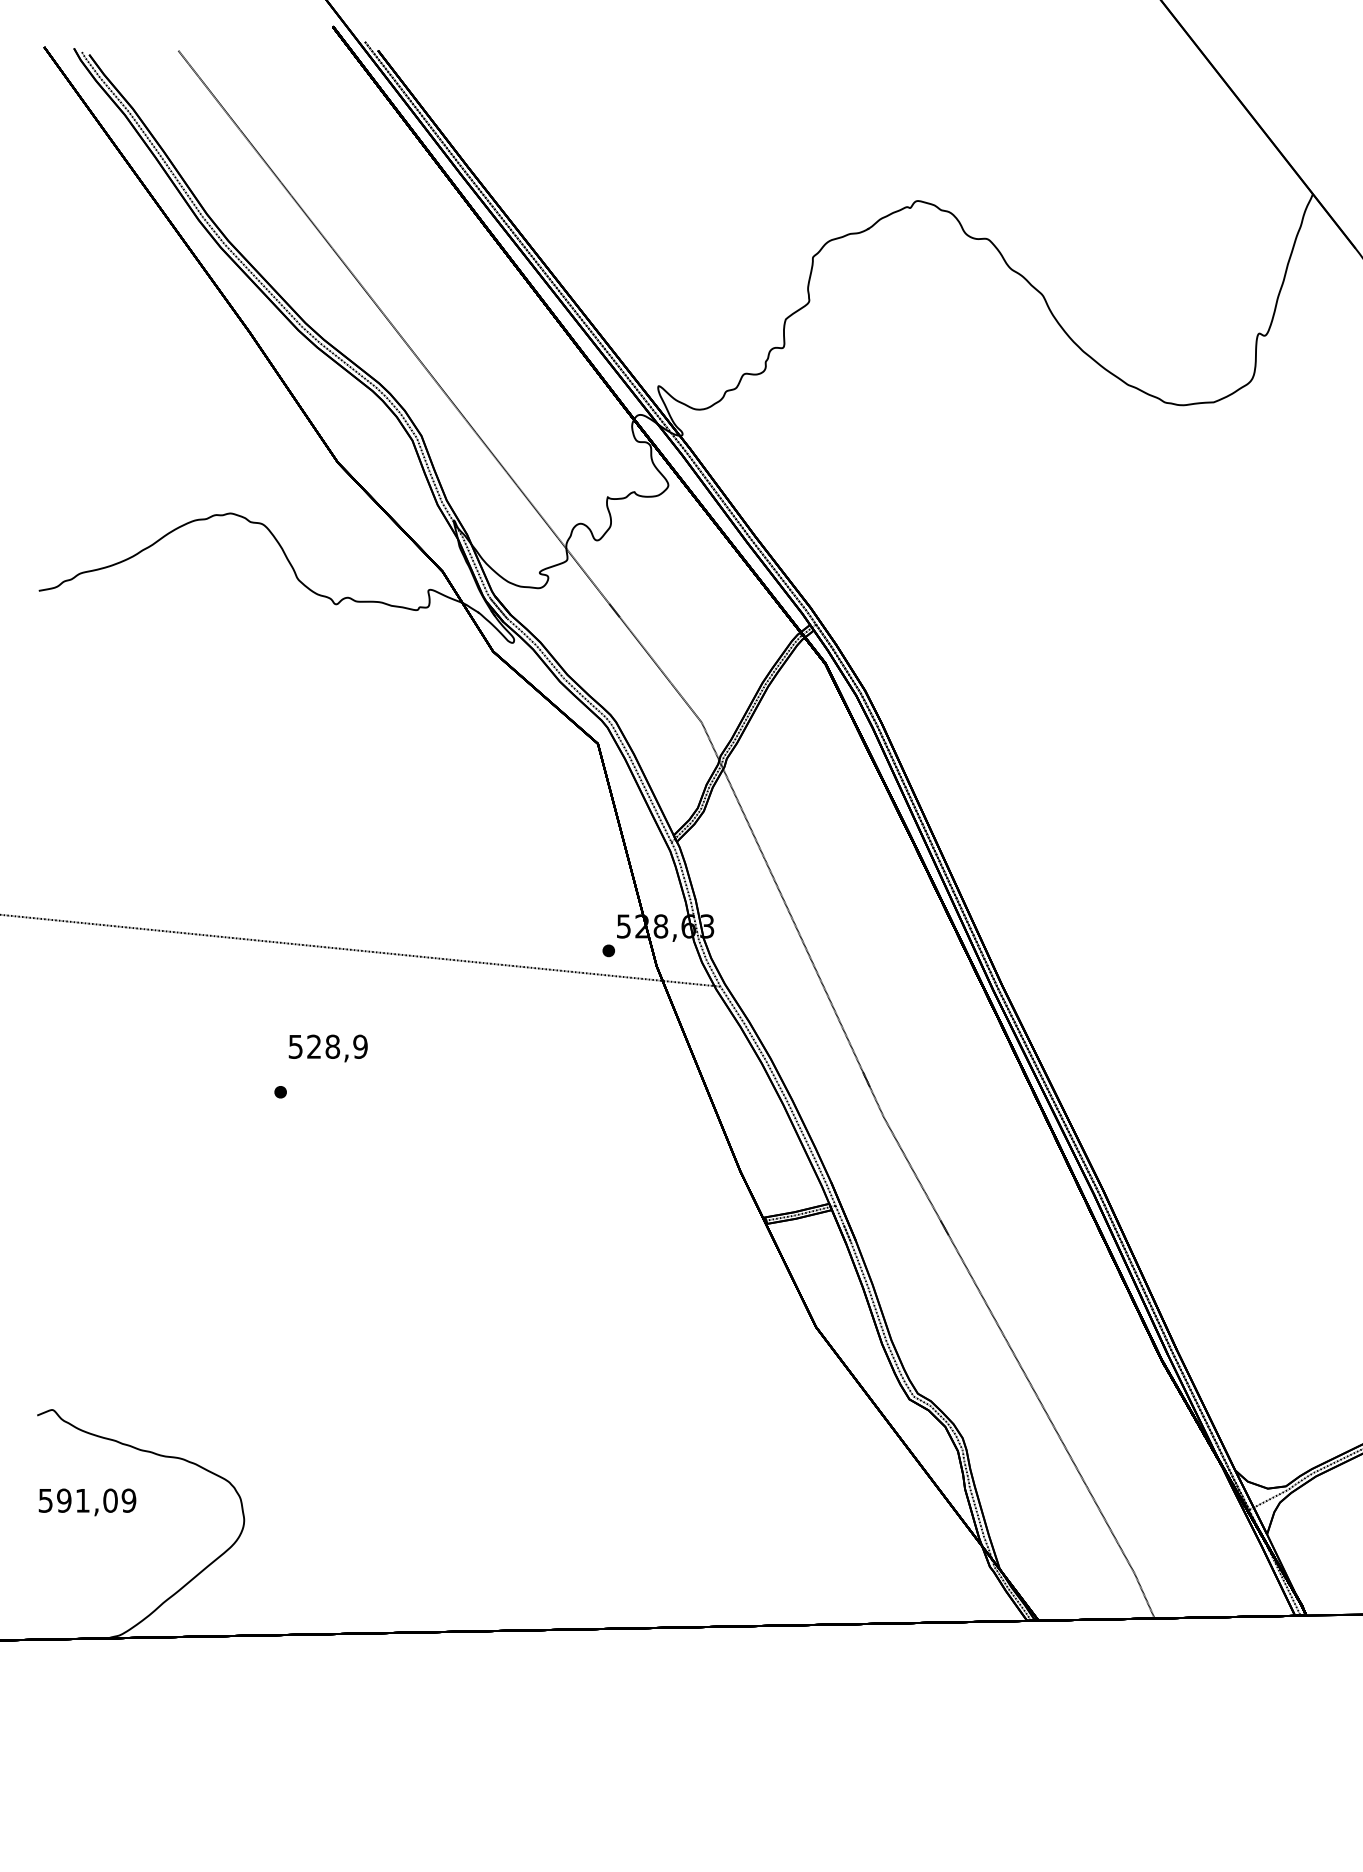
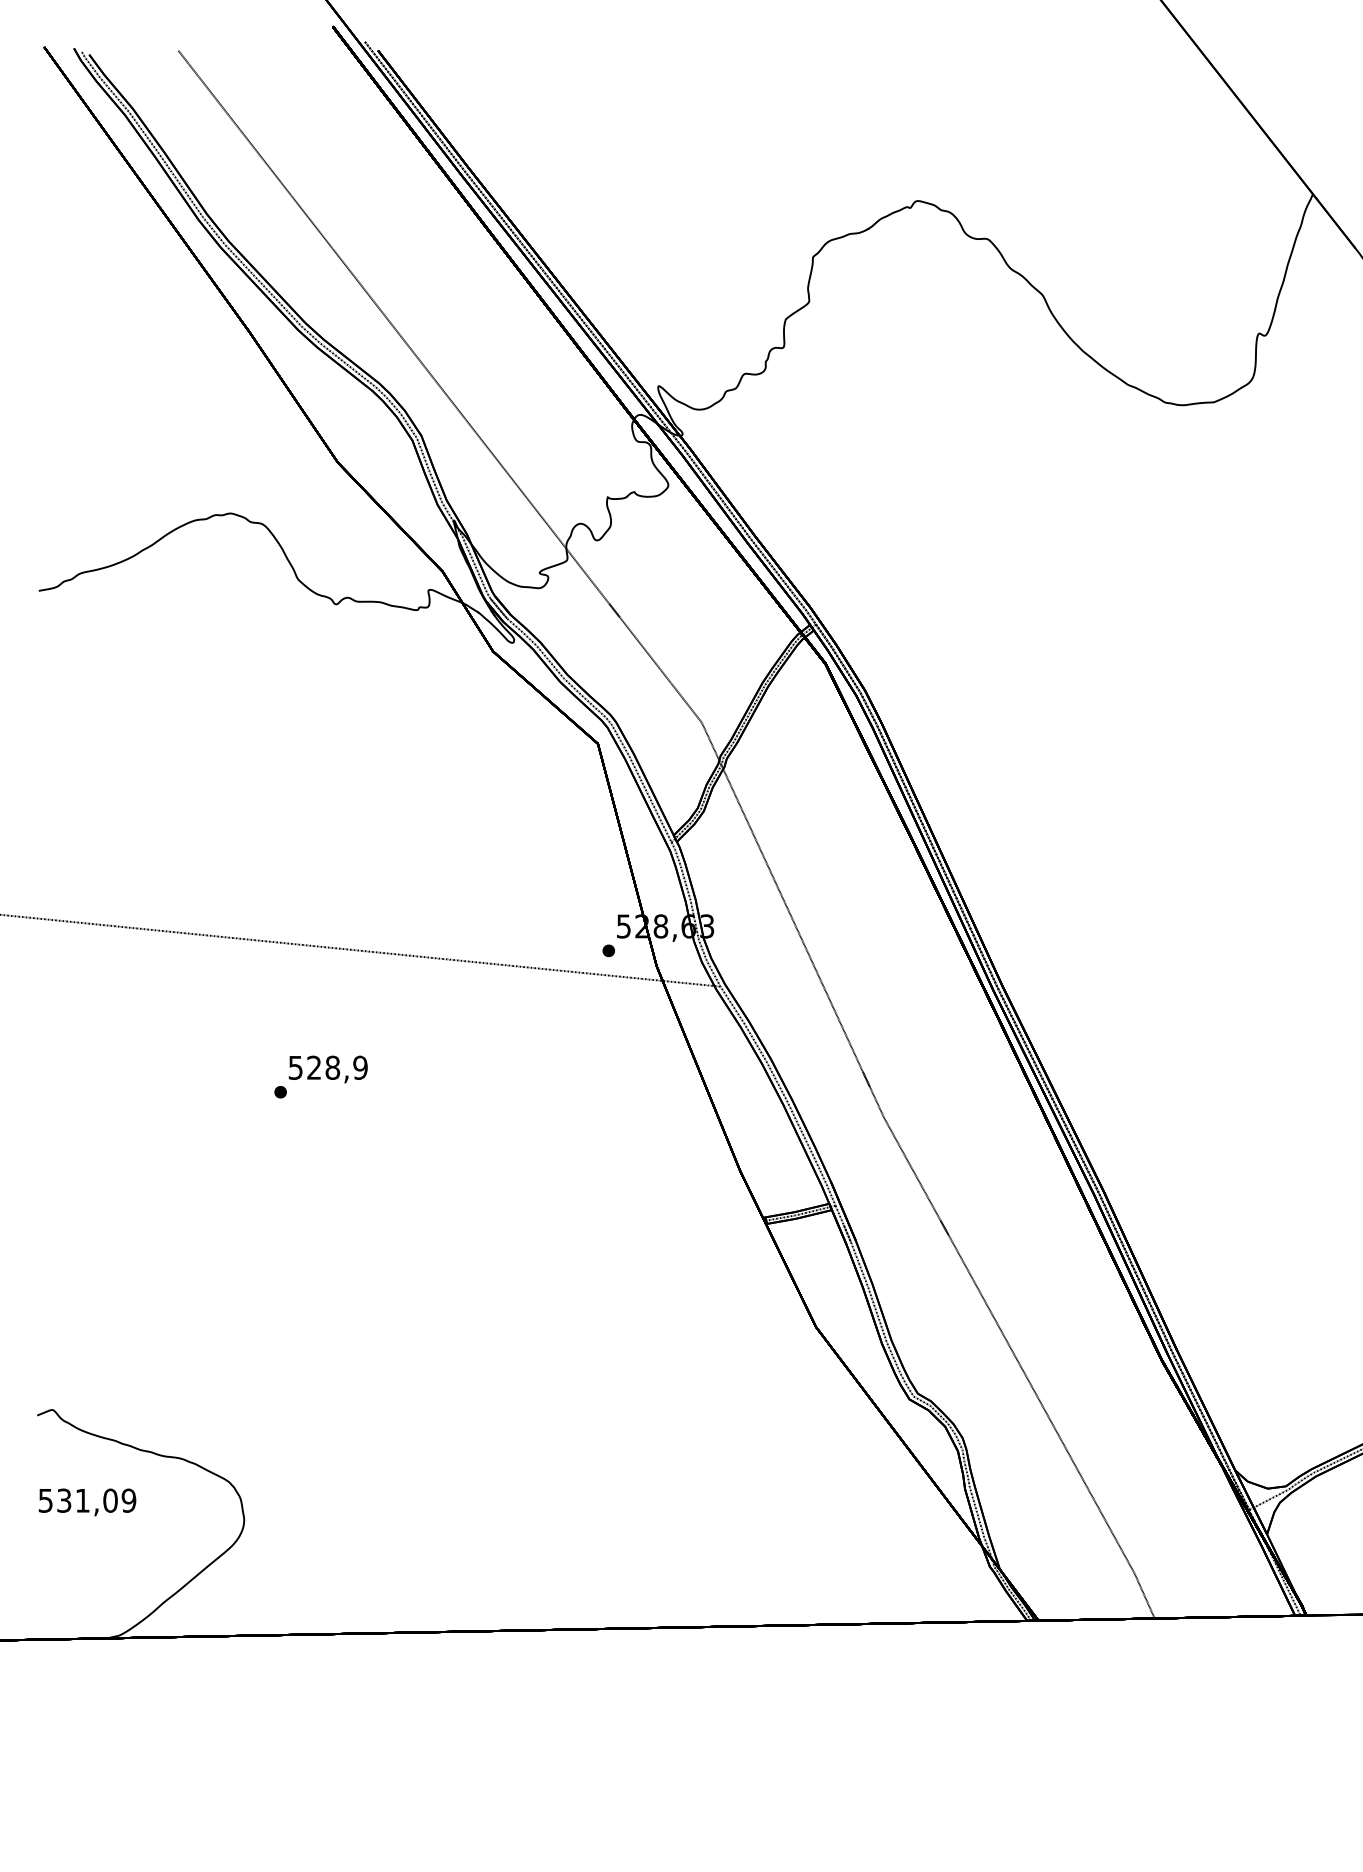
text at (327, 1048) position: (327, 1048) -> (327, 1069)
text at (64, 1500): 591,09 -> 531,09
